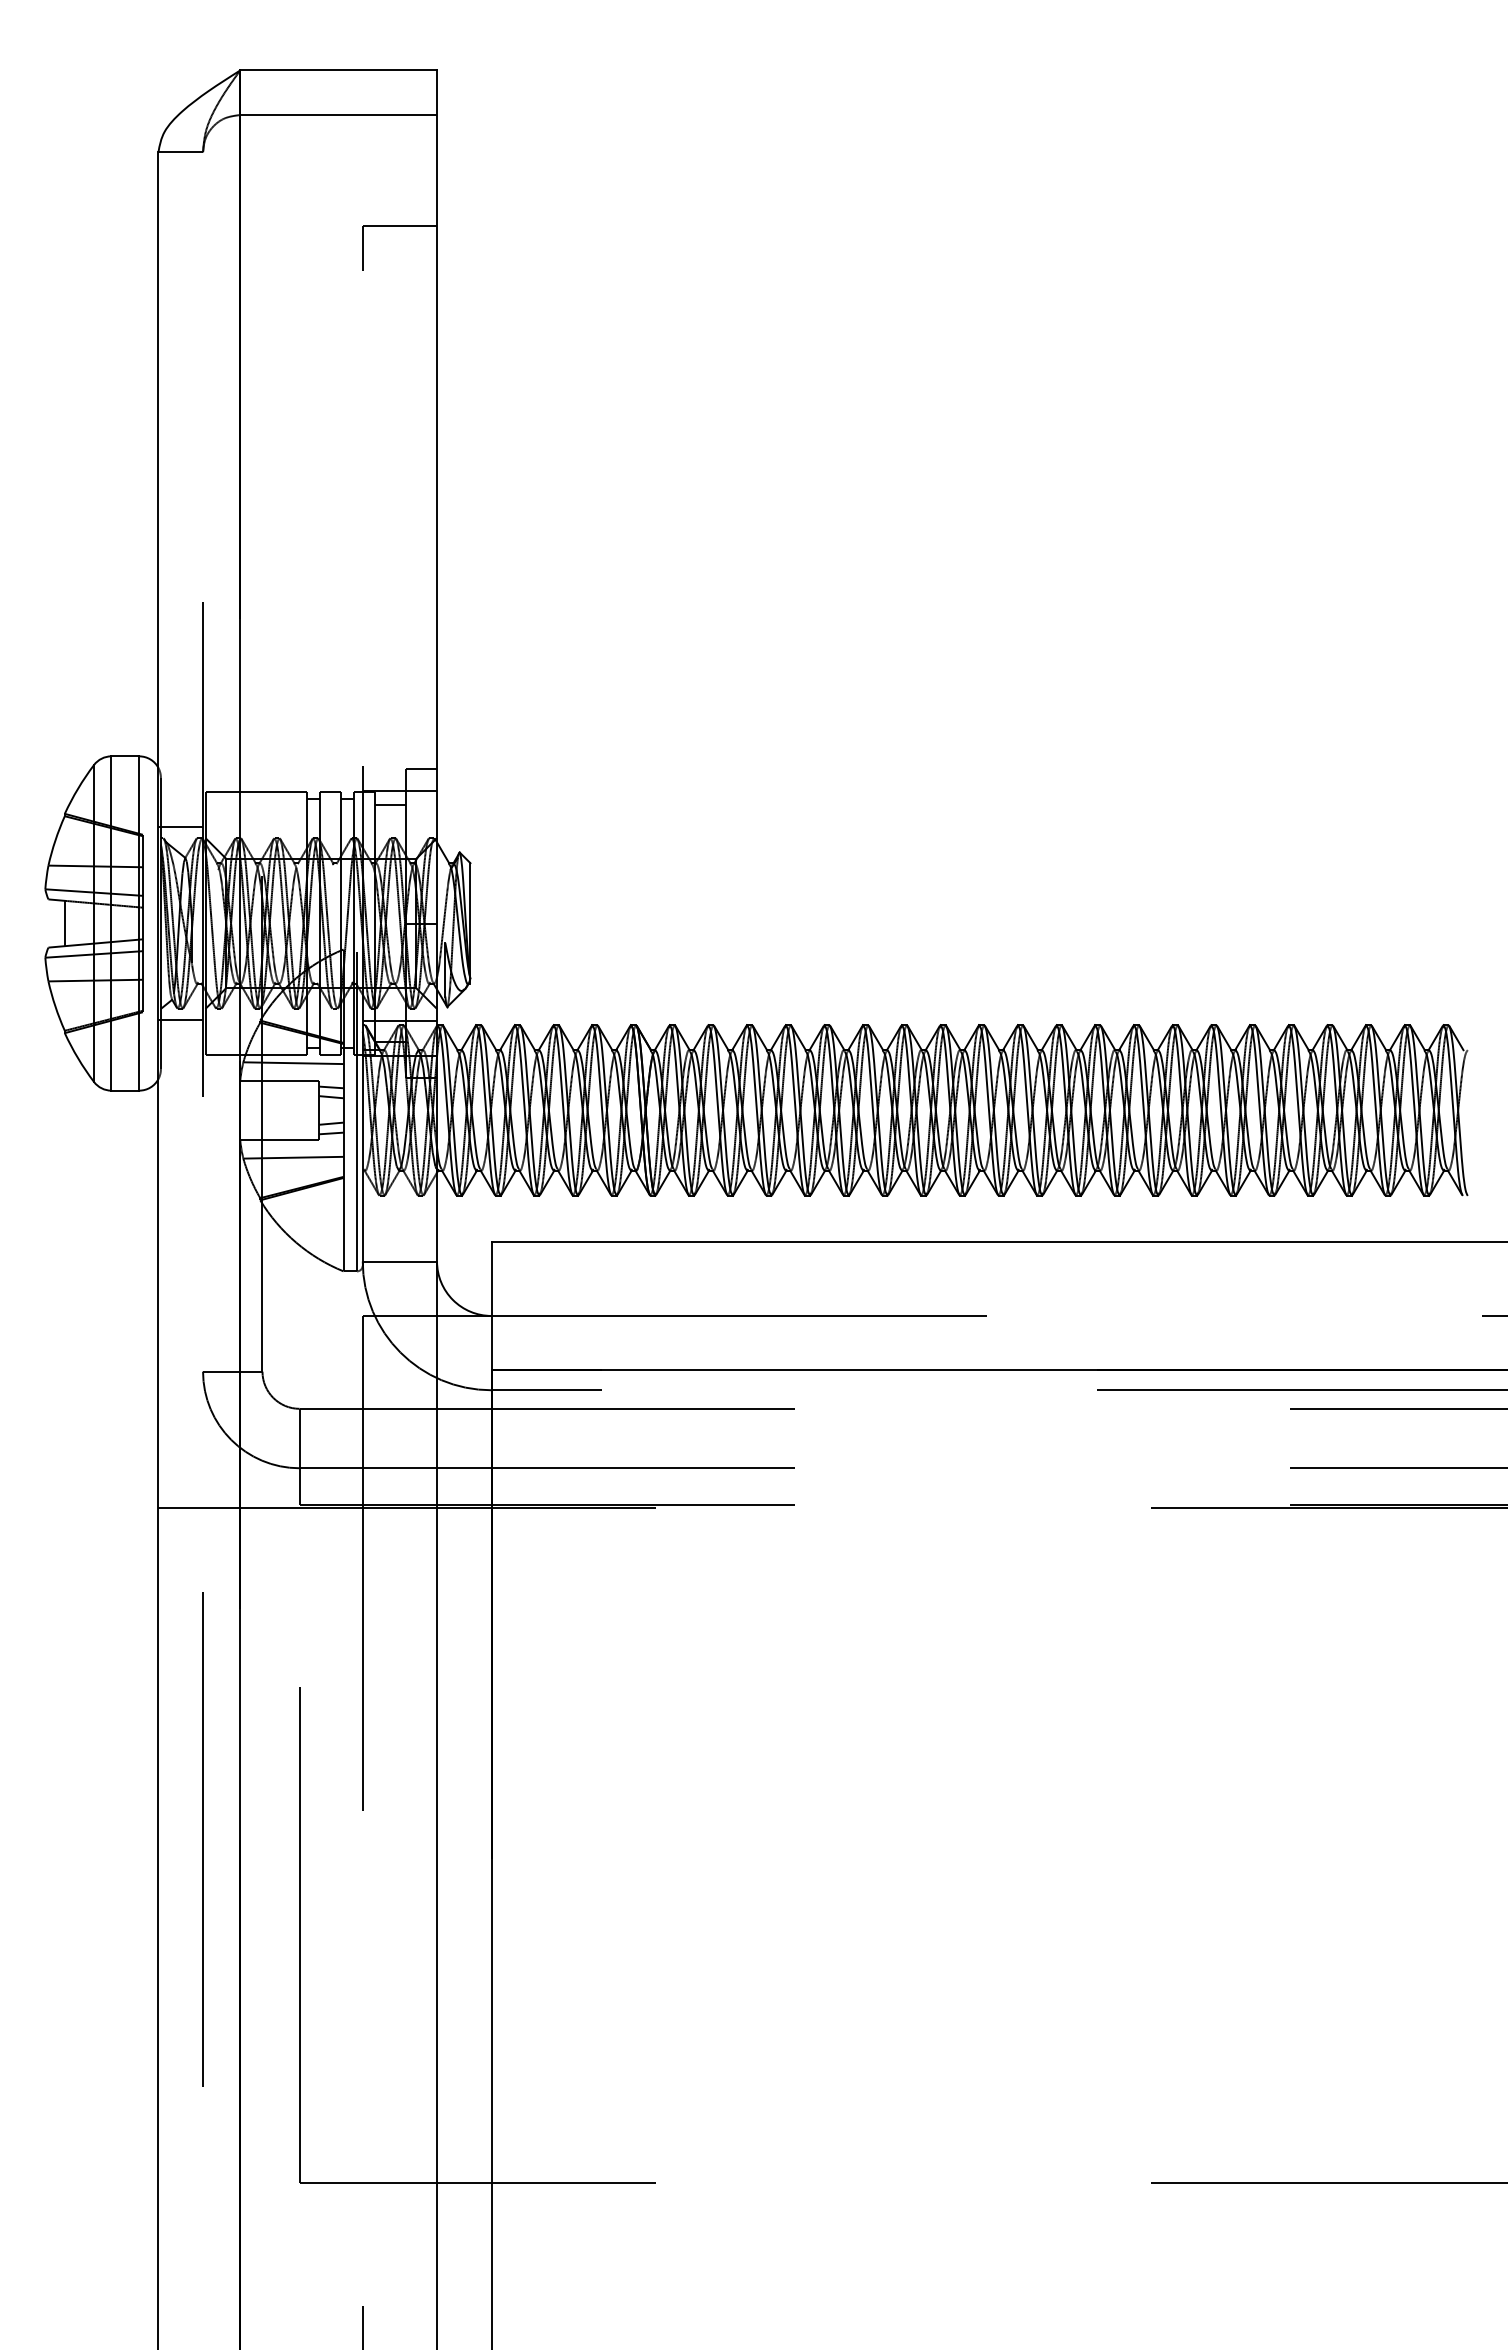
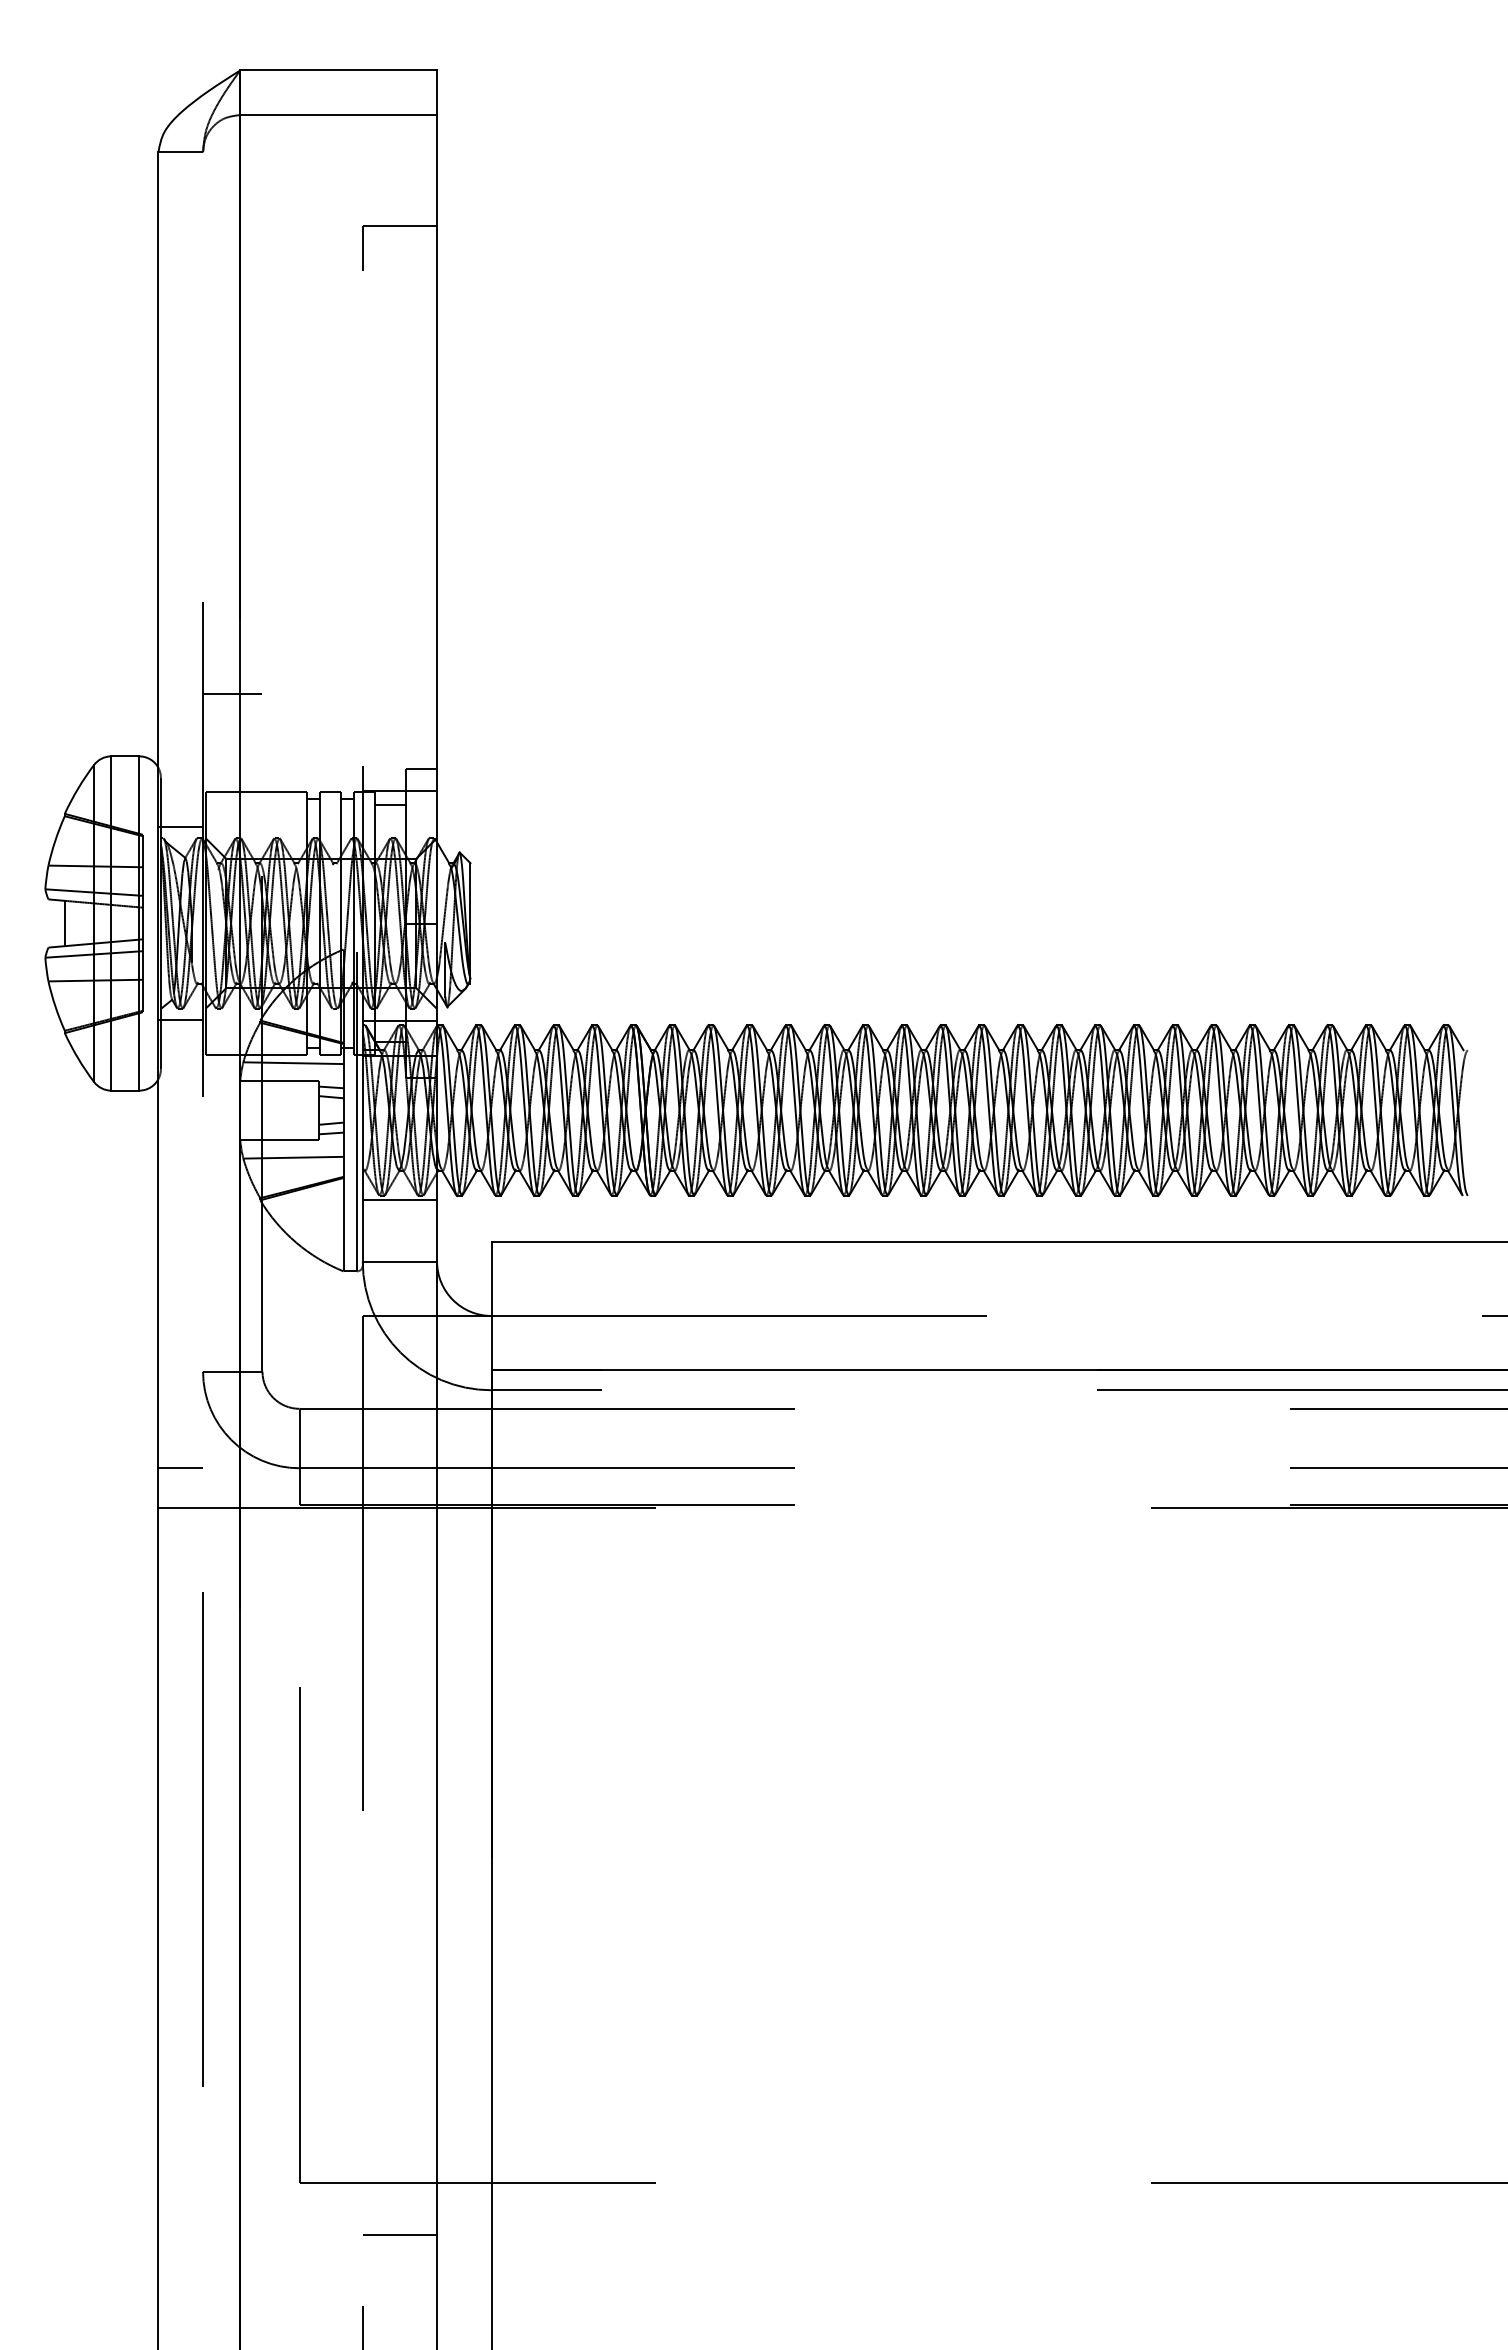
line at (232, 694): none -> present
line at (399, 1199): none -> present
line at (180, 1468): none -> present
line at (399, 2234): none -> present
